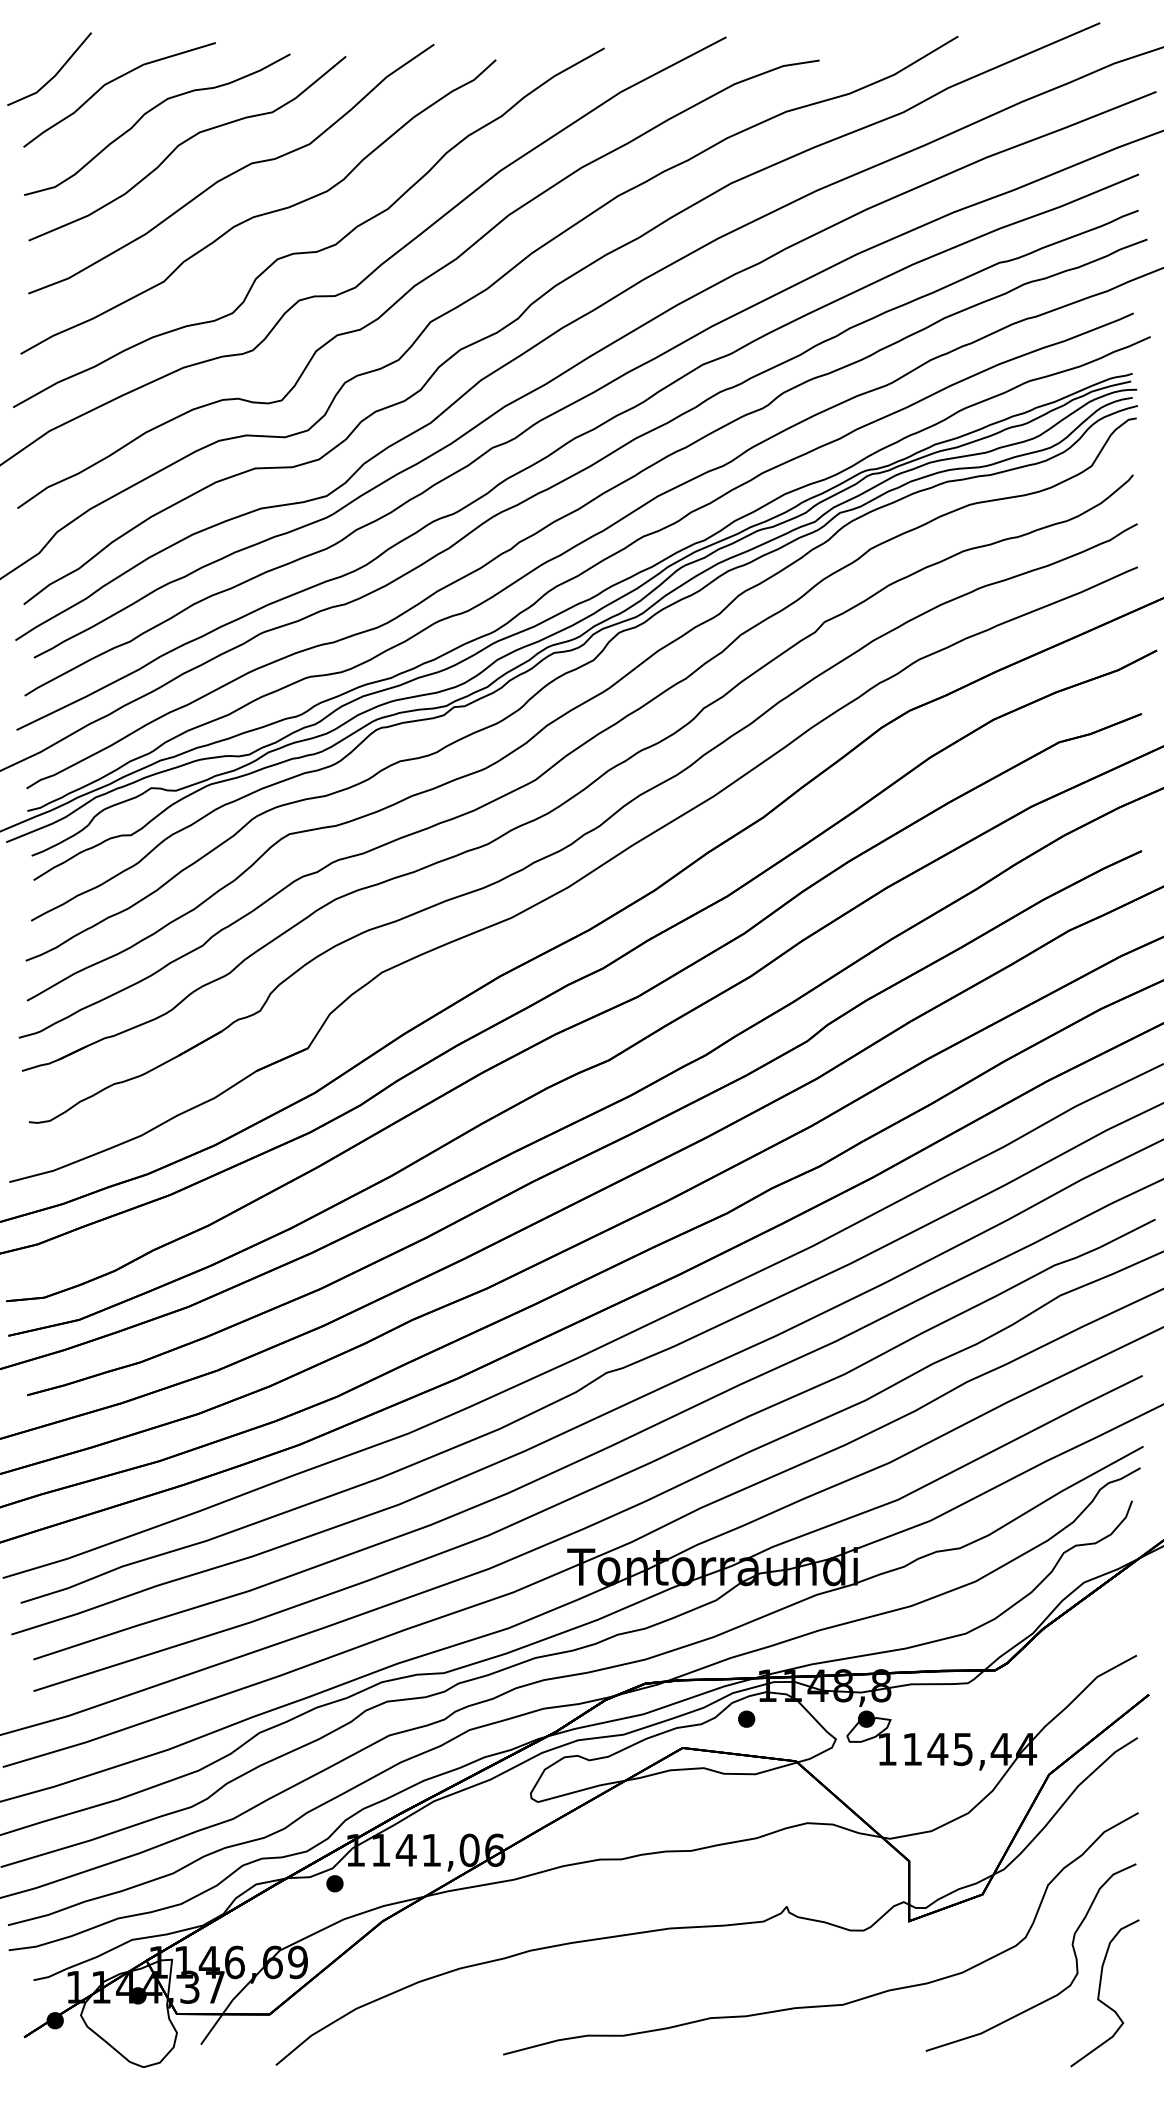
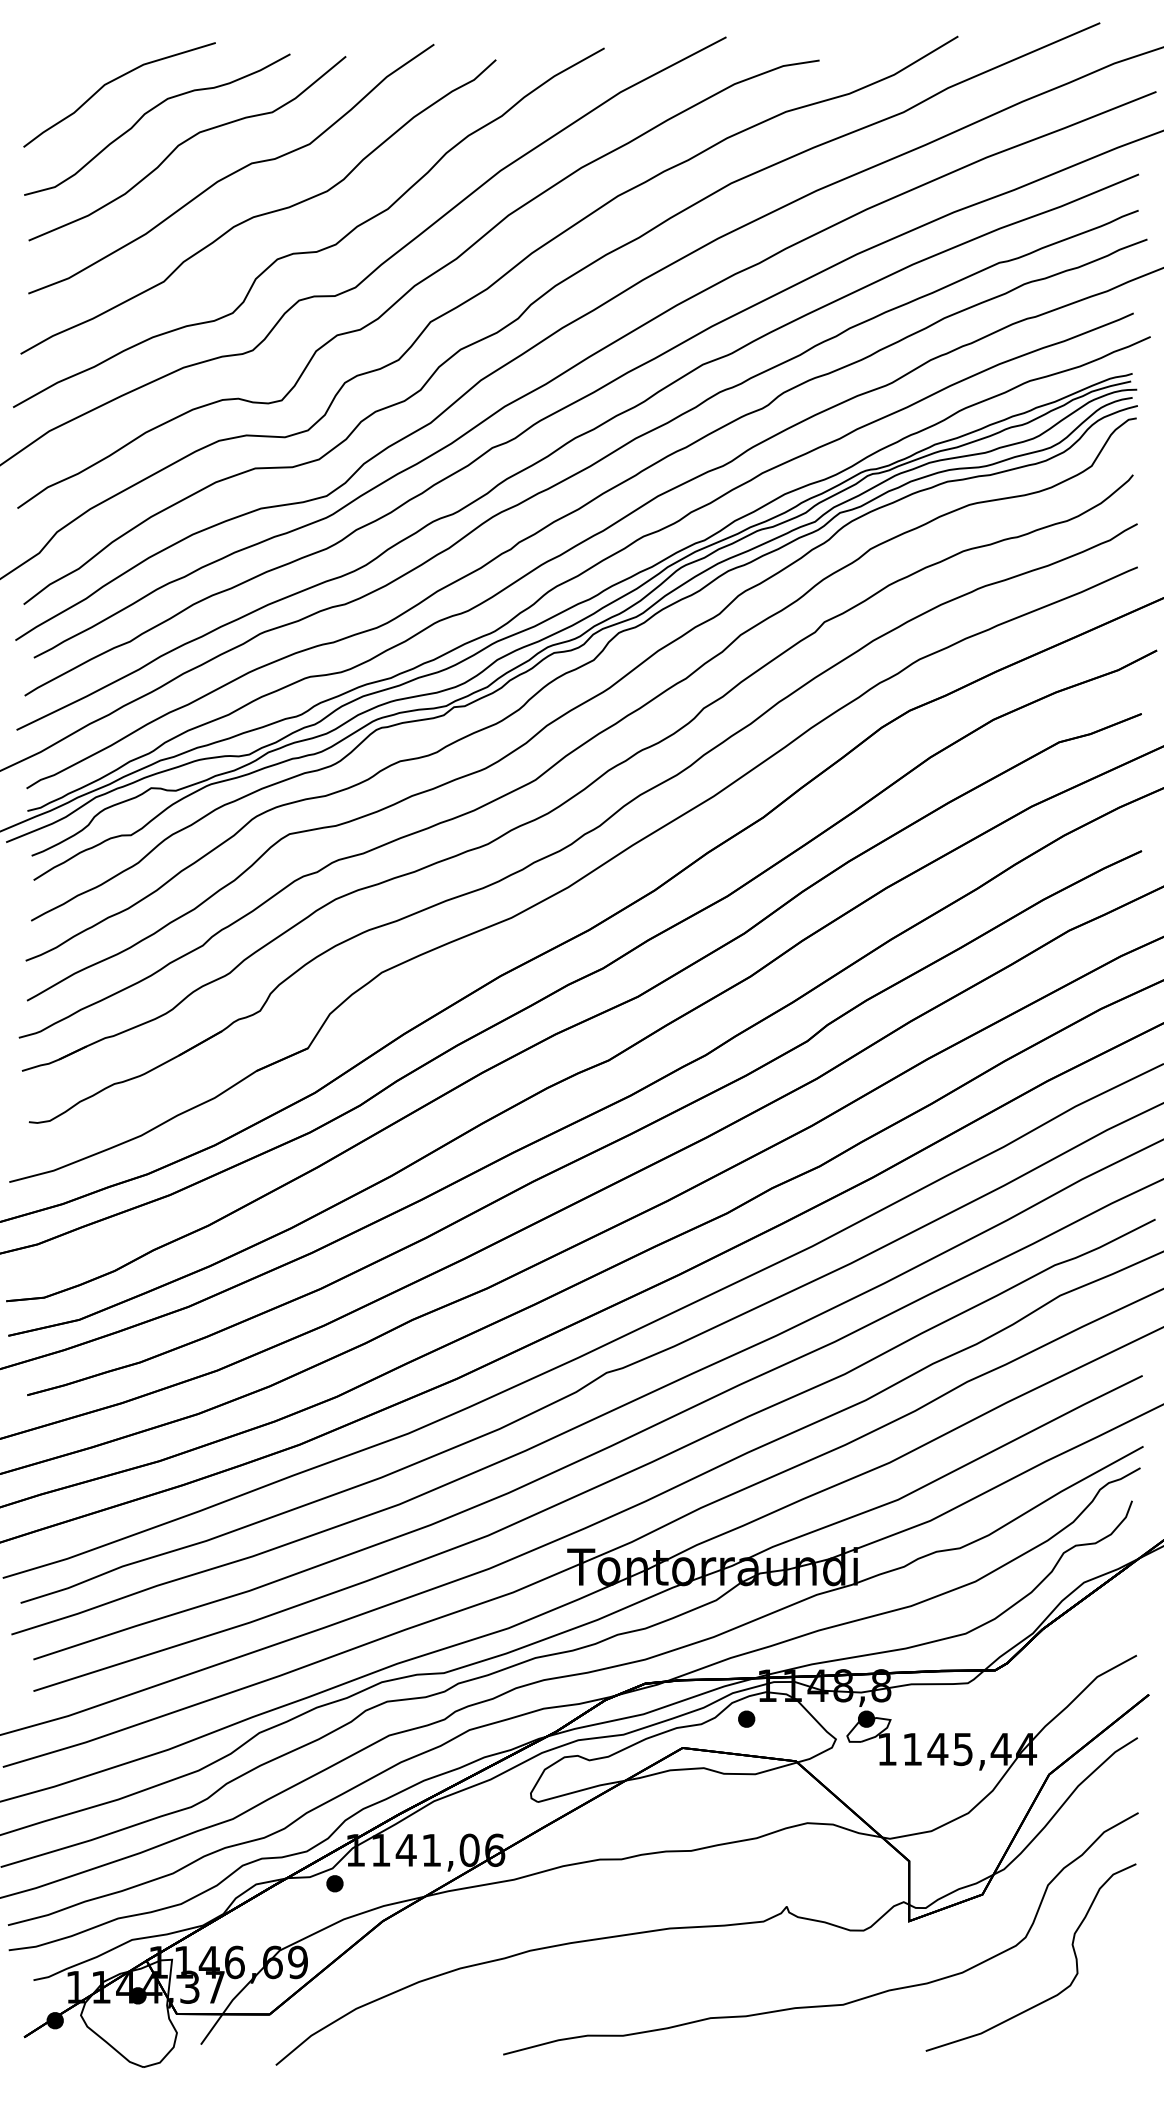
part at (55, 73): present -> none
curve at (1100, 1991): present -> none
